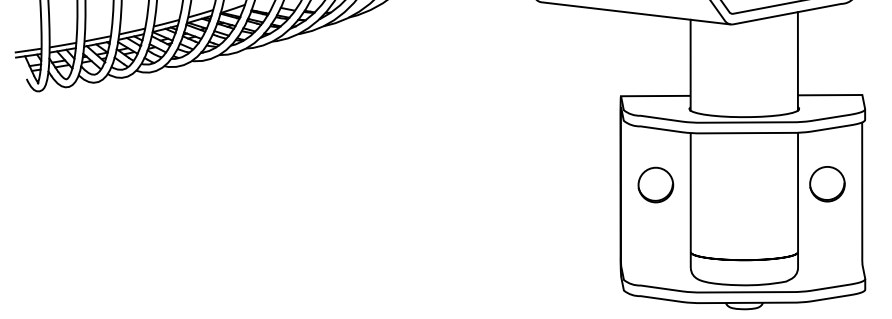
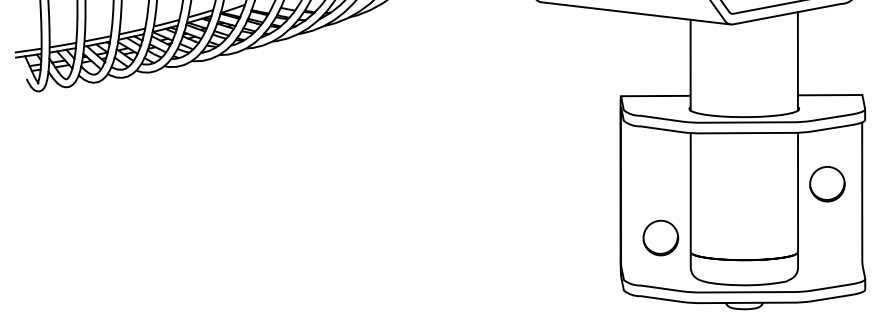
part at (655, 184) position: (655, 184) -> (660, 237)
